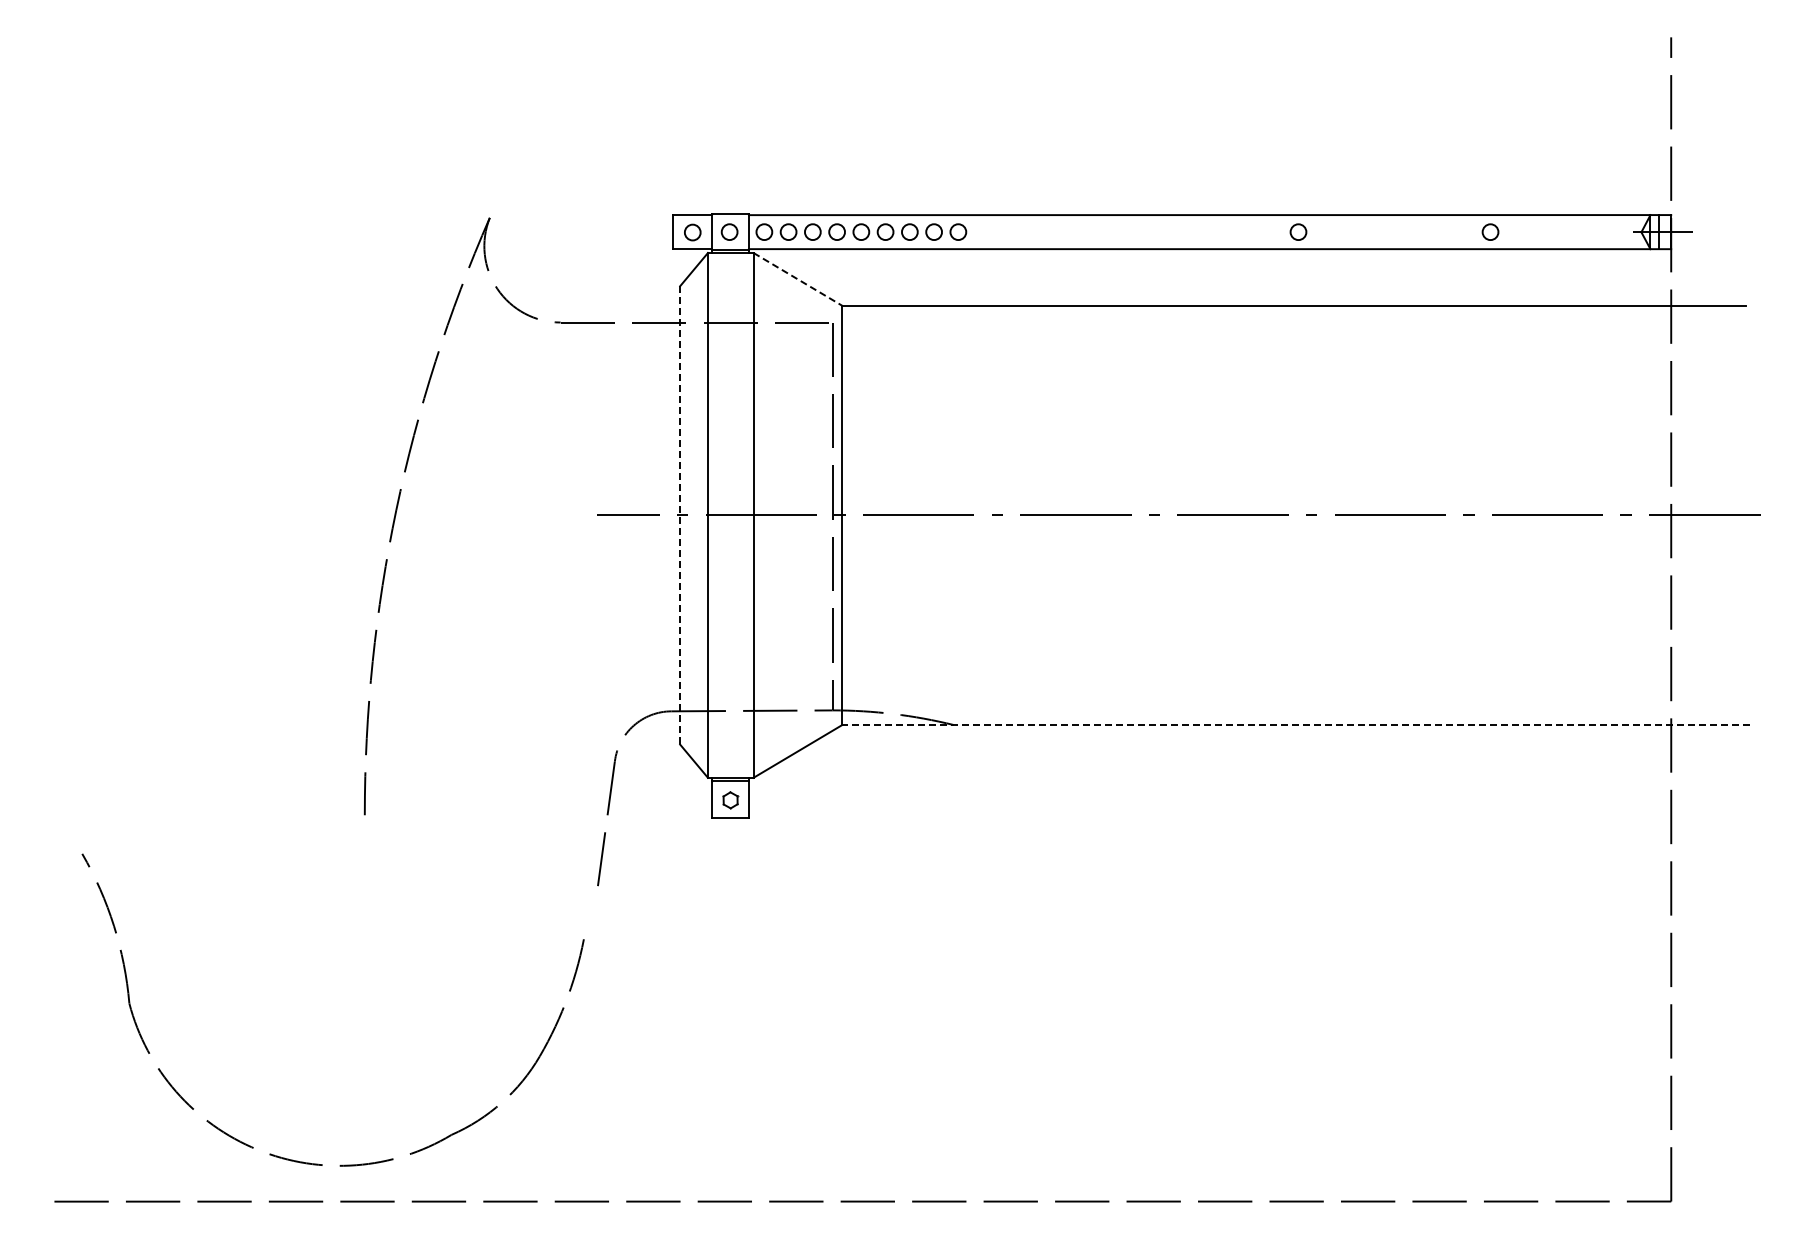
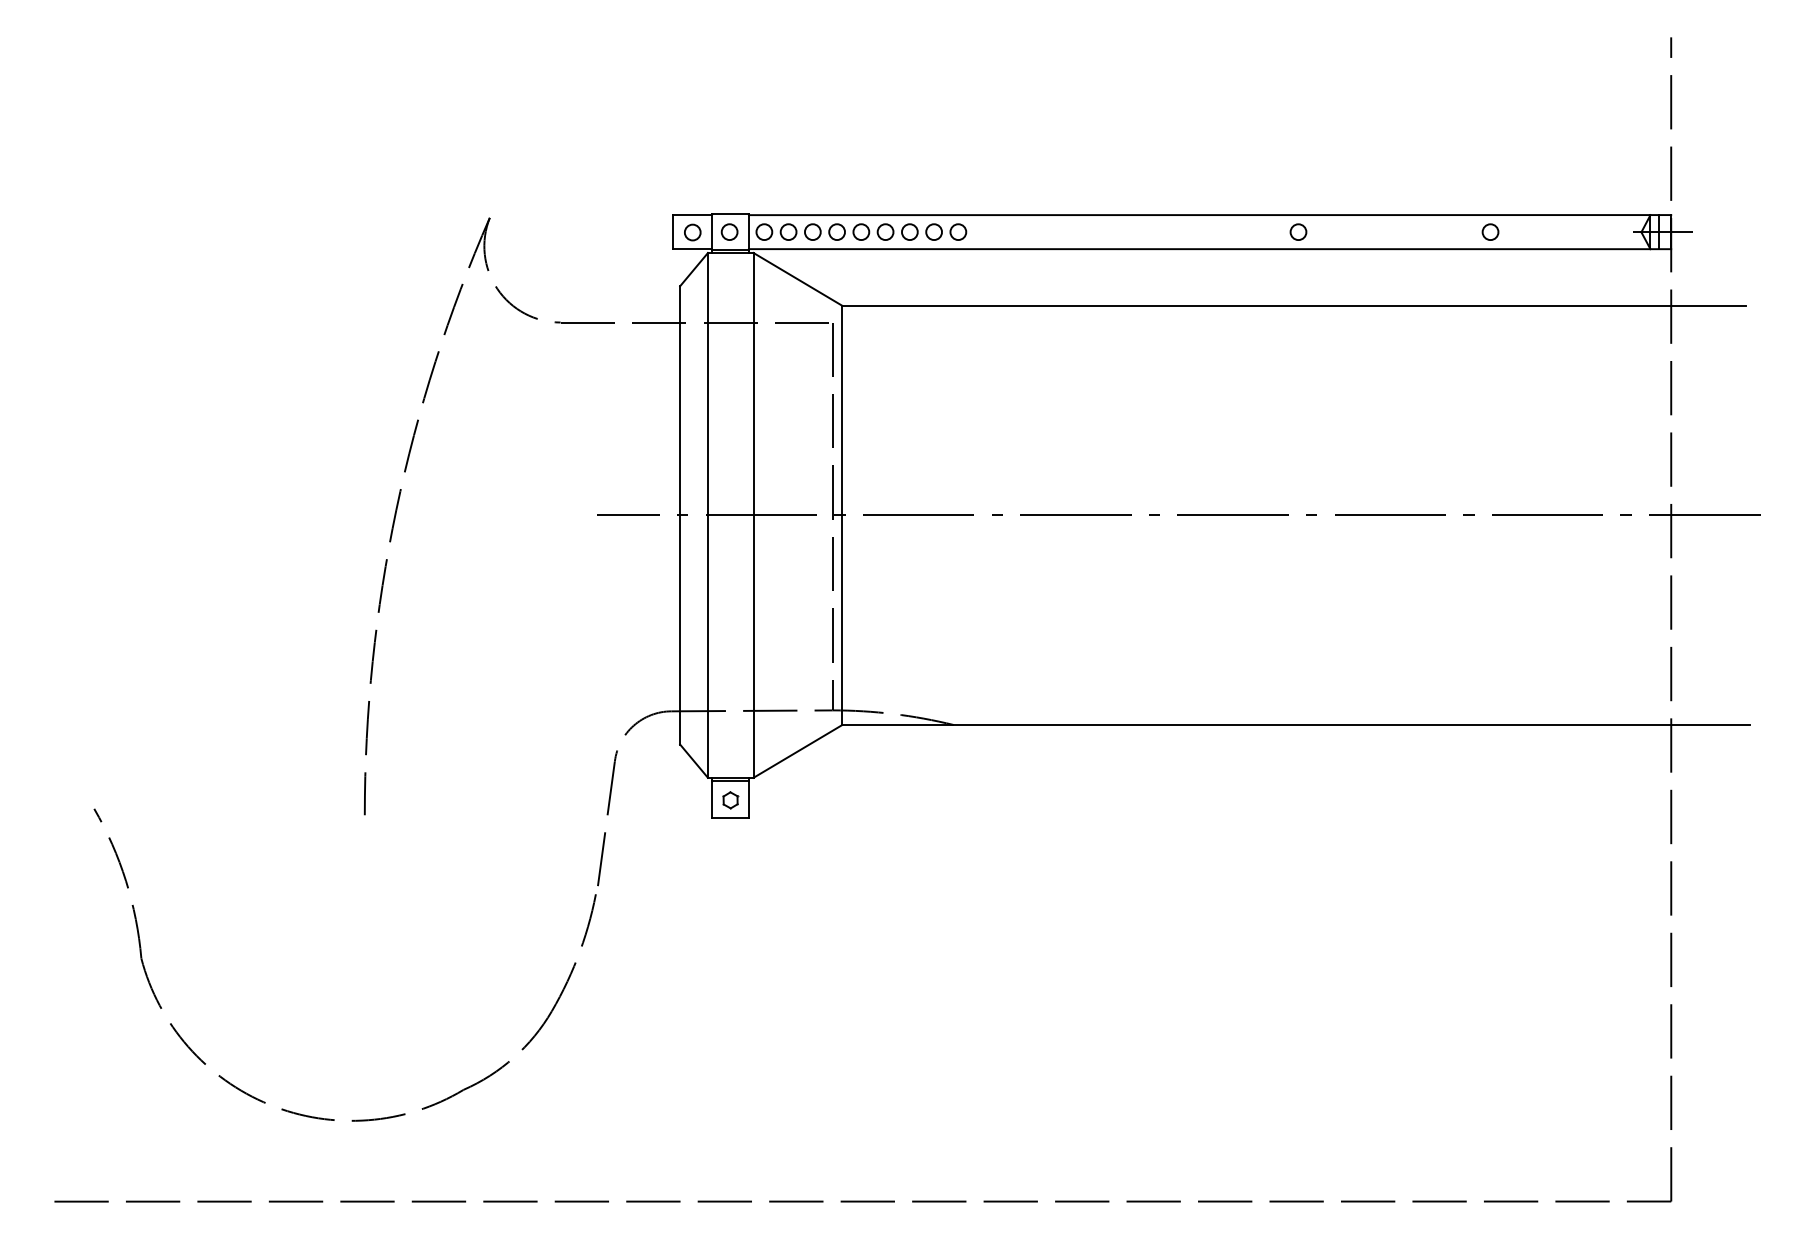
line at (797, 279): dashed -> solid
line at (680, 515): dashed -> solid
line at (1296, 725): dashed -> solid
part at (318, 1163) position: (318, 1163) -> (330, 1118)
